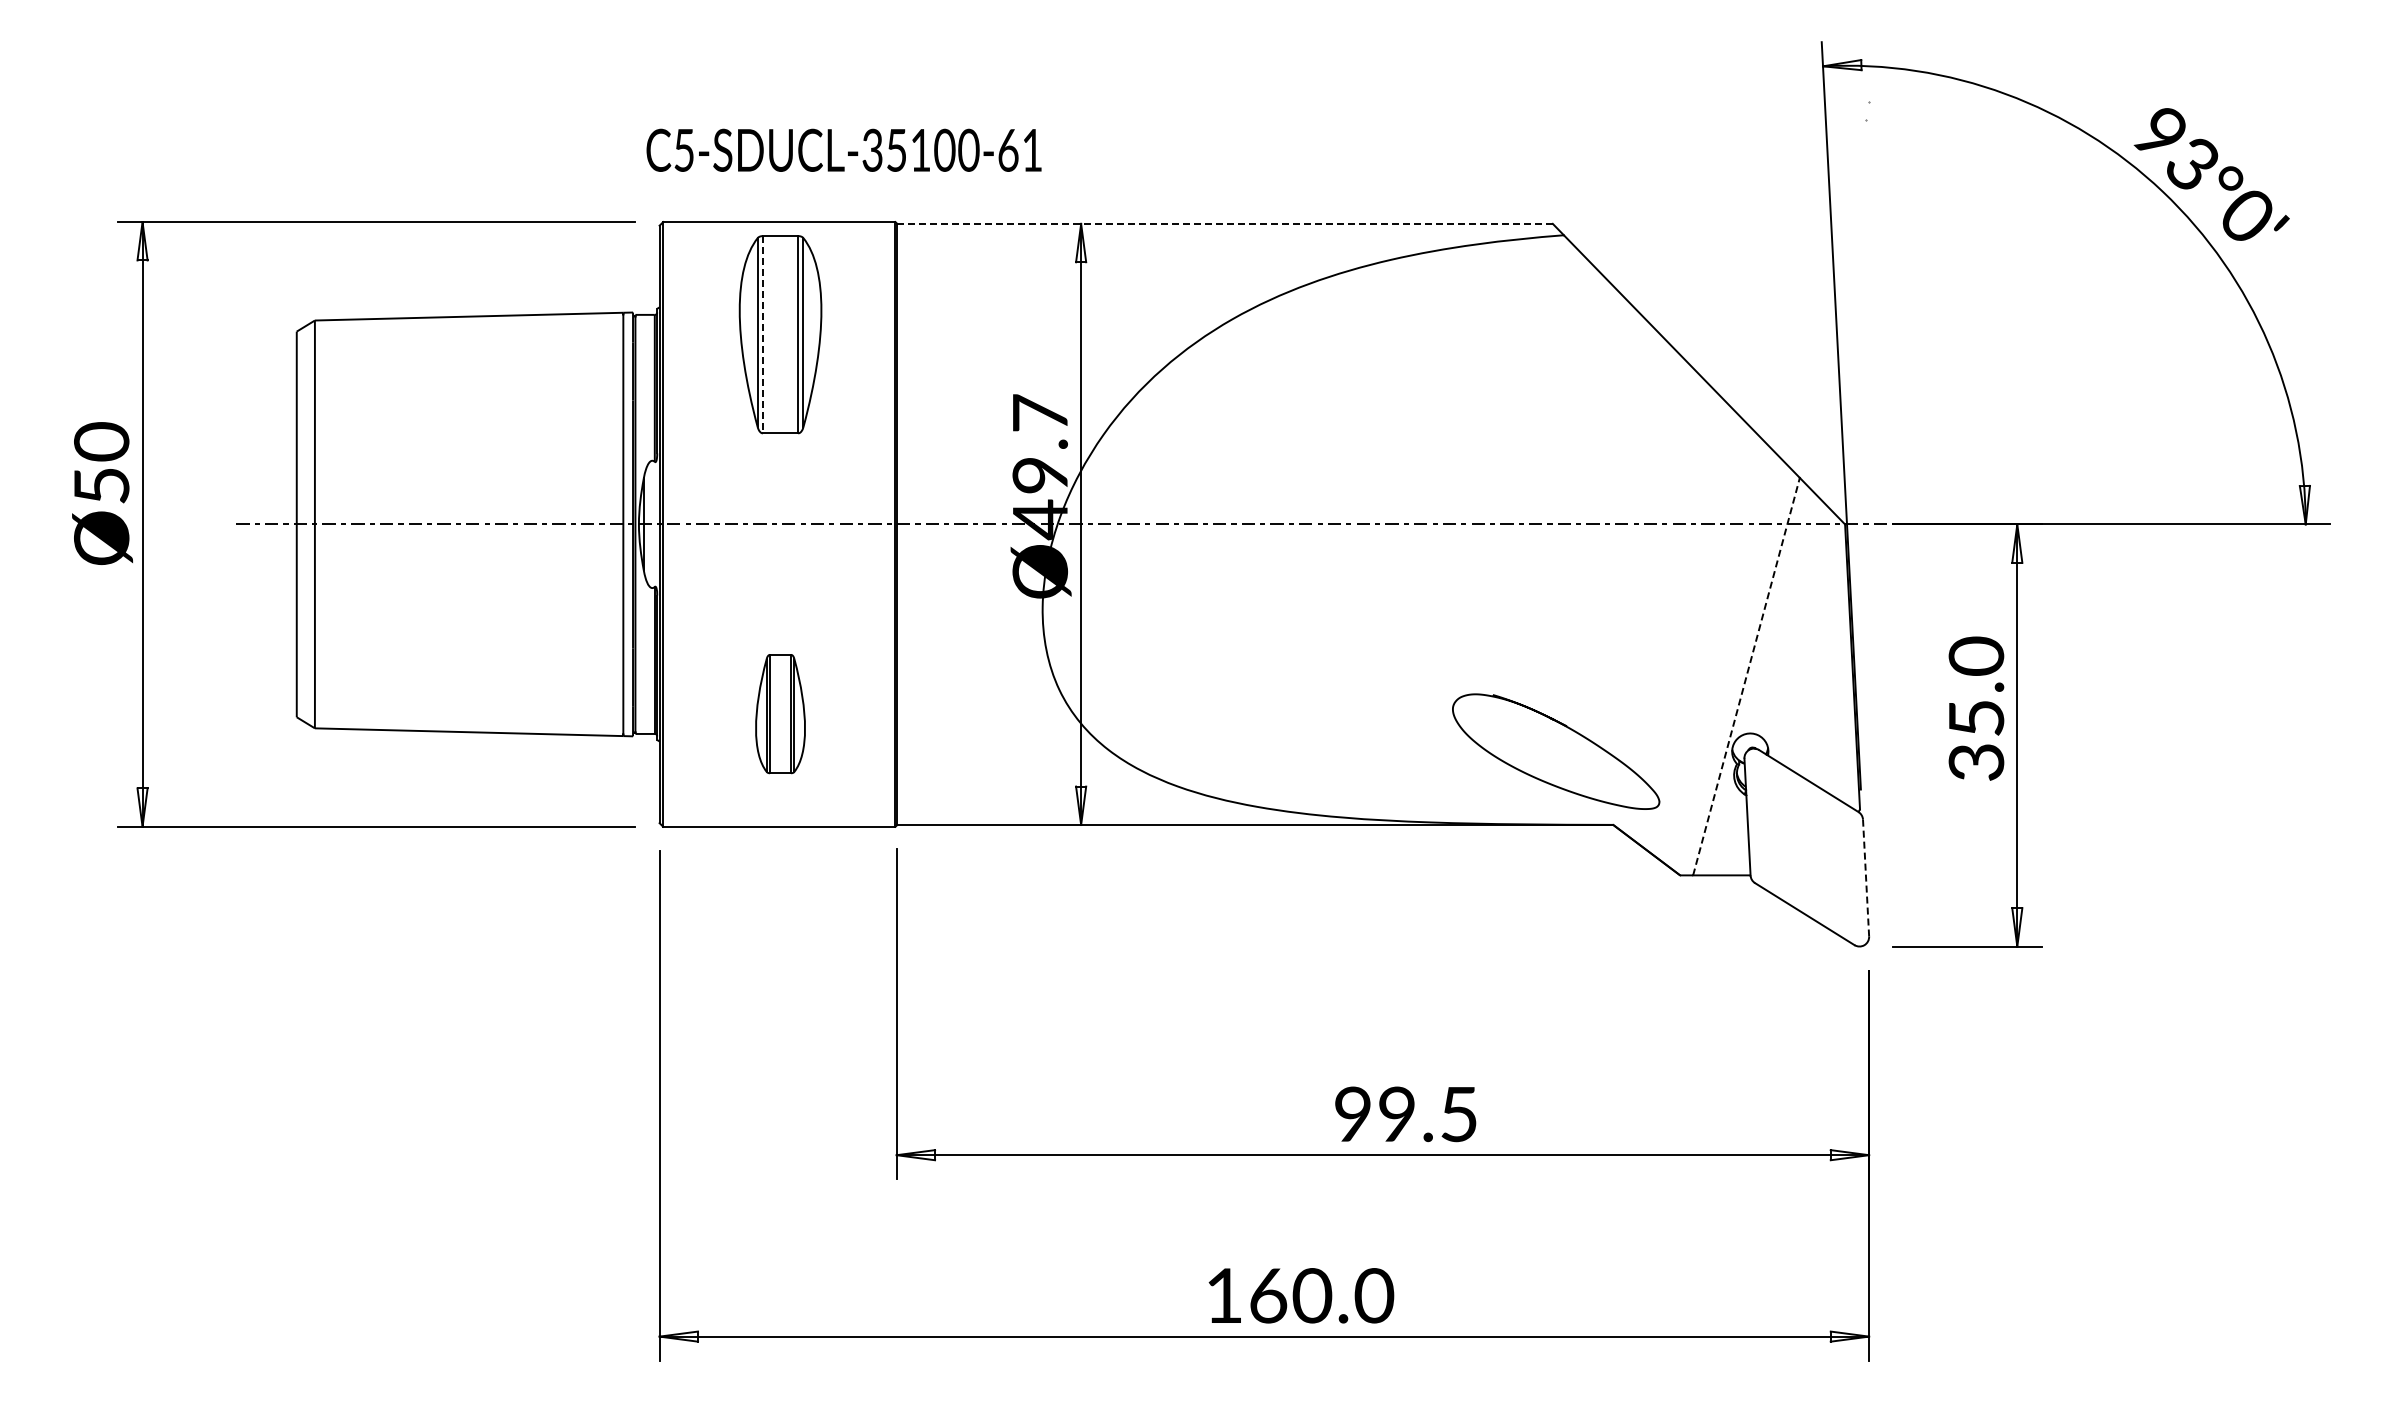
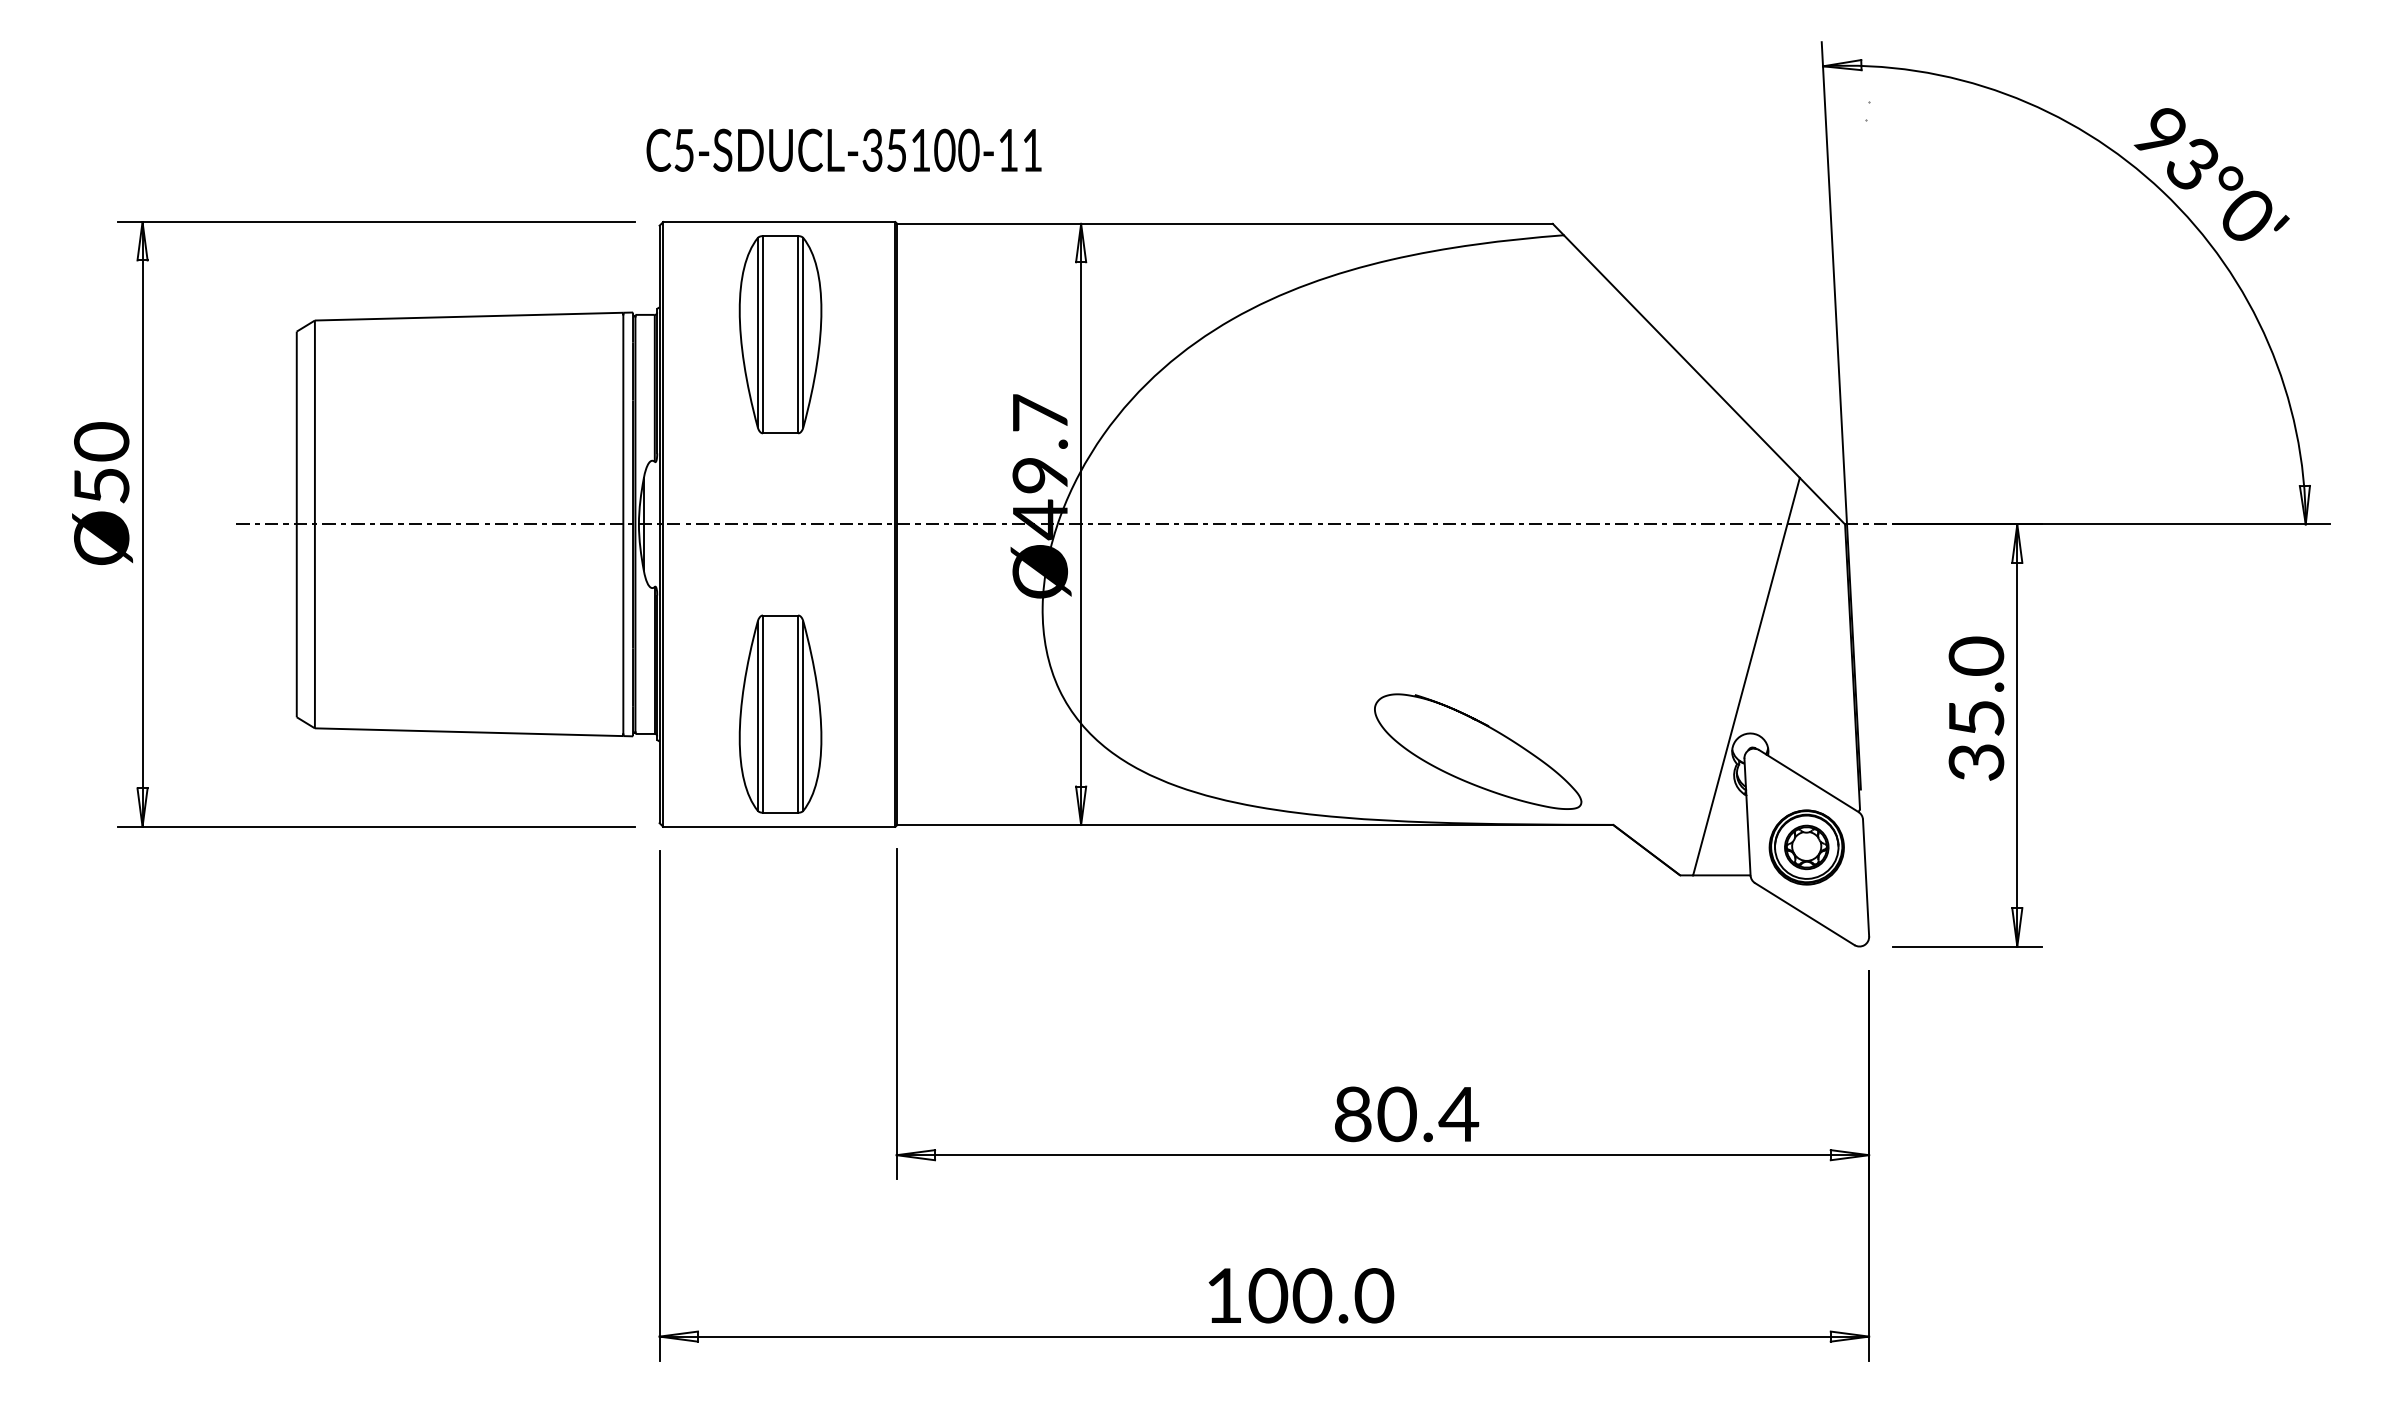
text at (1008, 150): C5-SDUCL-35100-61 -> C5-SDUCL-35100-11
line at (1225, 223): dashed -> solid
line at (762, 334): dashed -> solid
line at (1746, 676): dashed -> solid
part at (780, 714) size: 51x121 px -> 85x200 px
curve at (1567, 728) position: (1567, 728) -> (1489, 728)
part at (1806, 847): none -> present
line at (1866, 878): dashed -> solid
text at (1407, 1114): 99.5 -> 80.4
text at (1268, 1295): 160.0 -> 100.0
